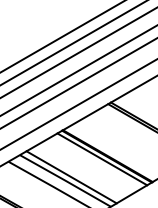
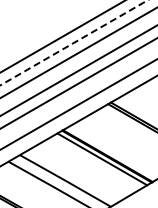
line at (74, 42): solid -> dashed
line at (71, 177): present -> none
